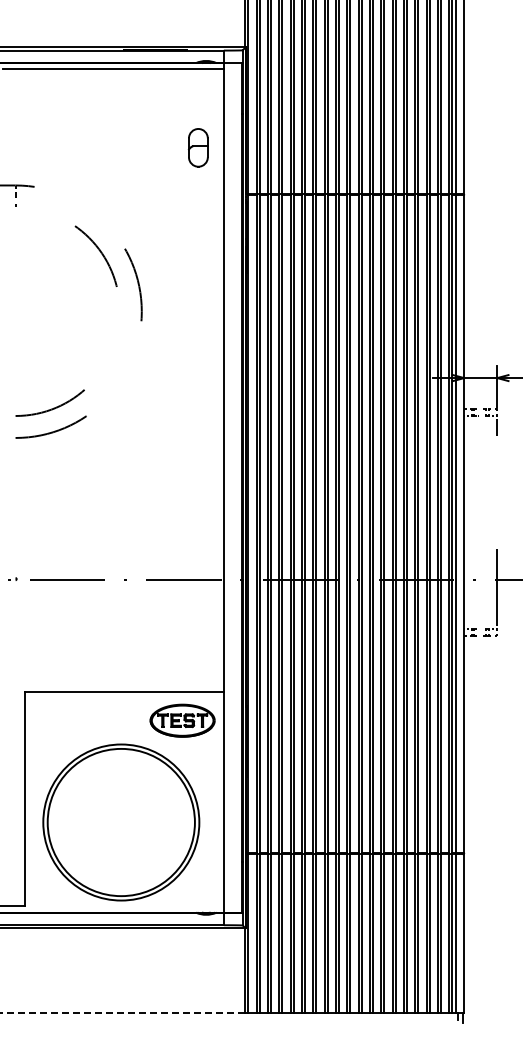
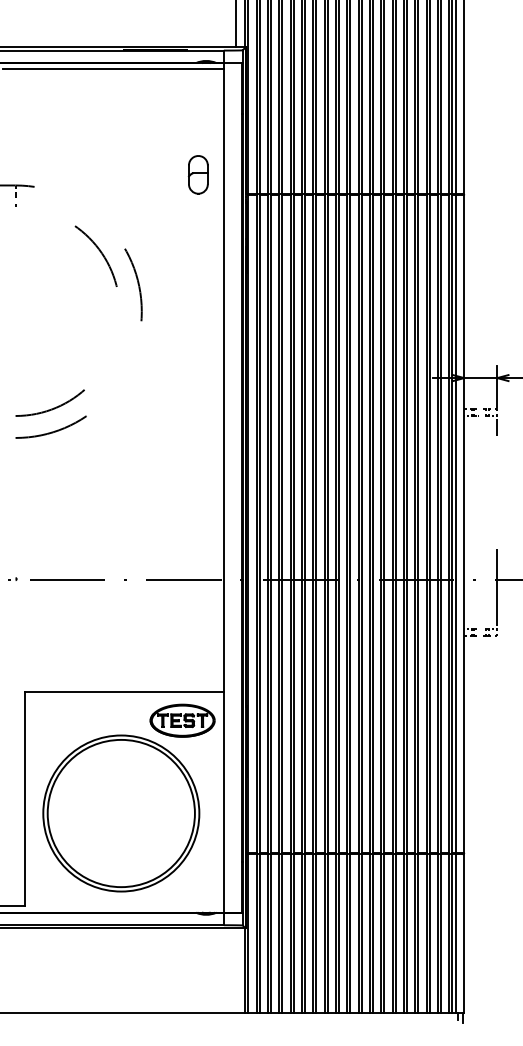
line at (236, 24): none -> present
part at (197, 147) position: (197, 147) -> (197, 174)
part at (121, 822) position: (121, 822) -> (121, 813)
line at (122, 1013): dashed -> solid
